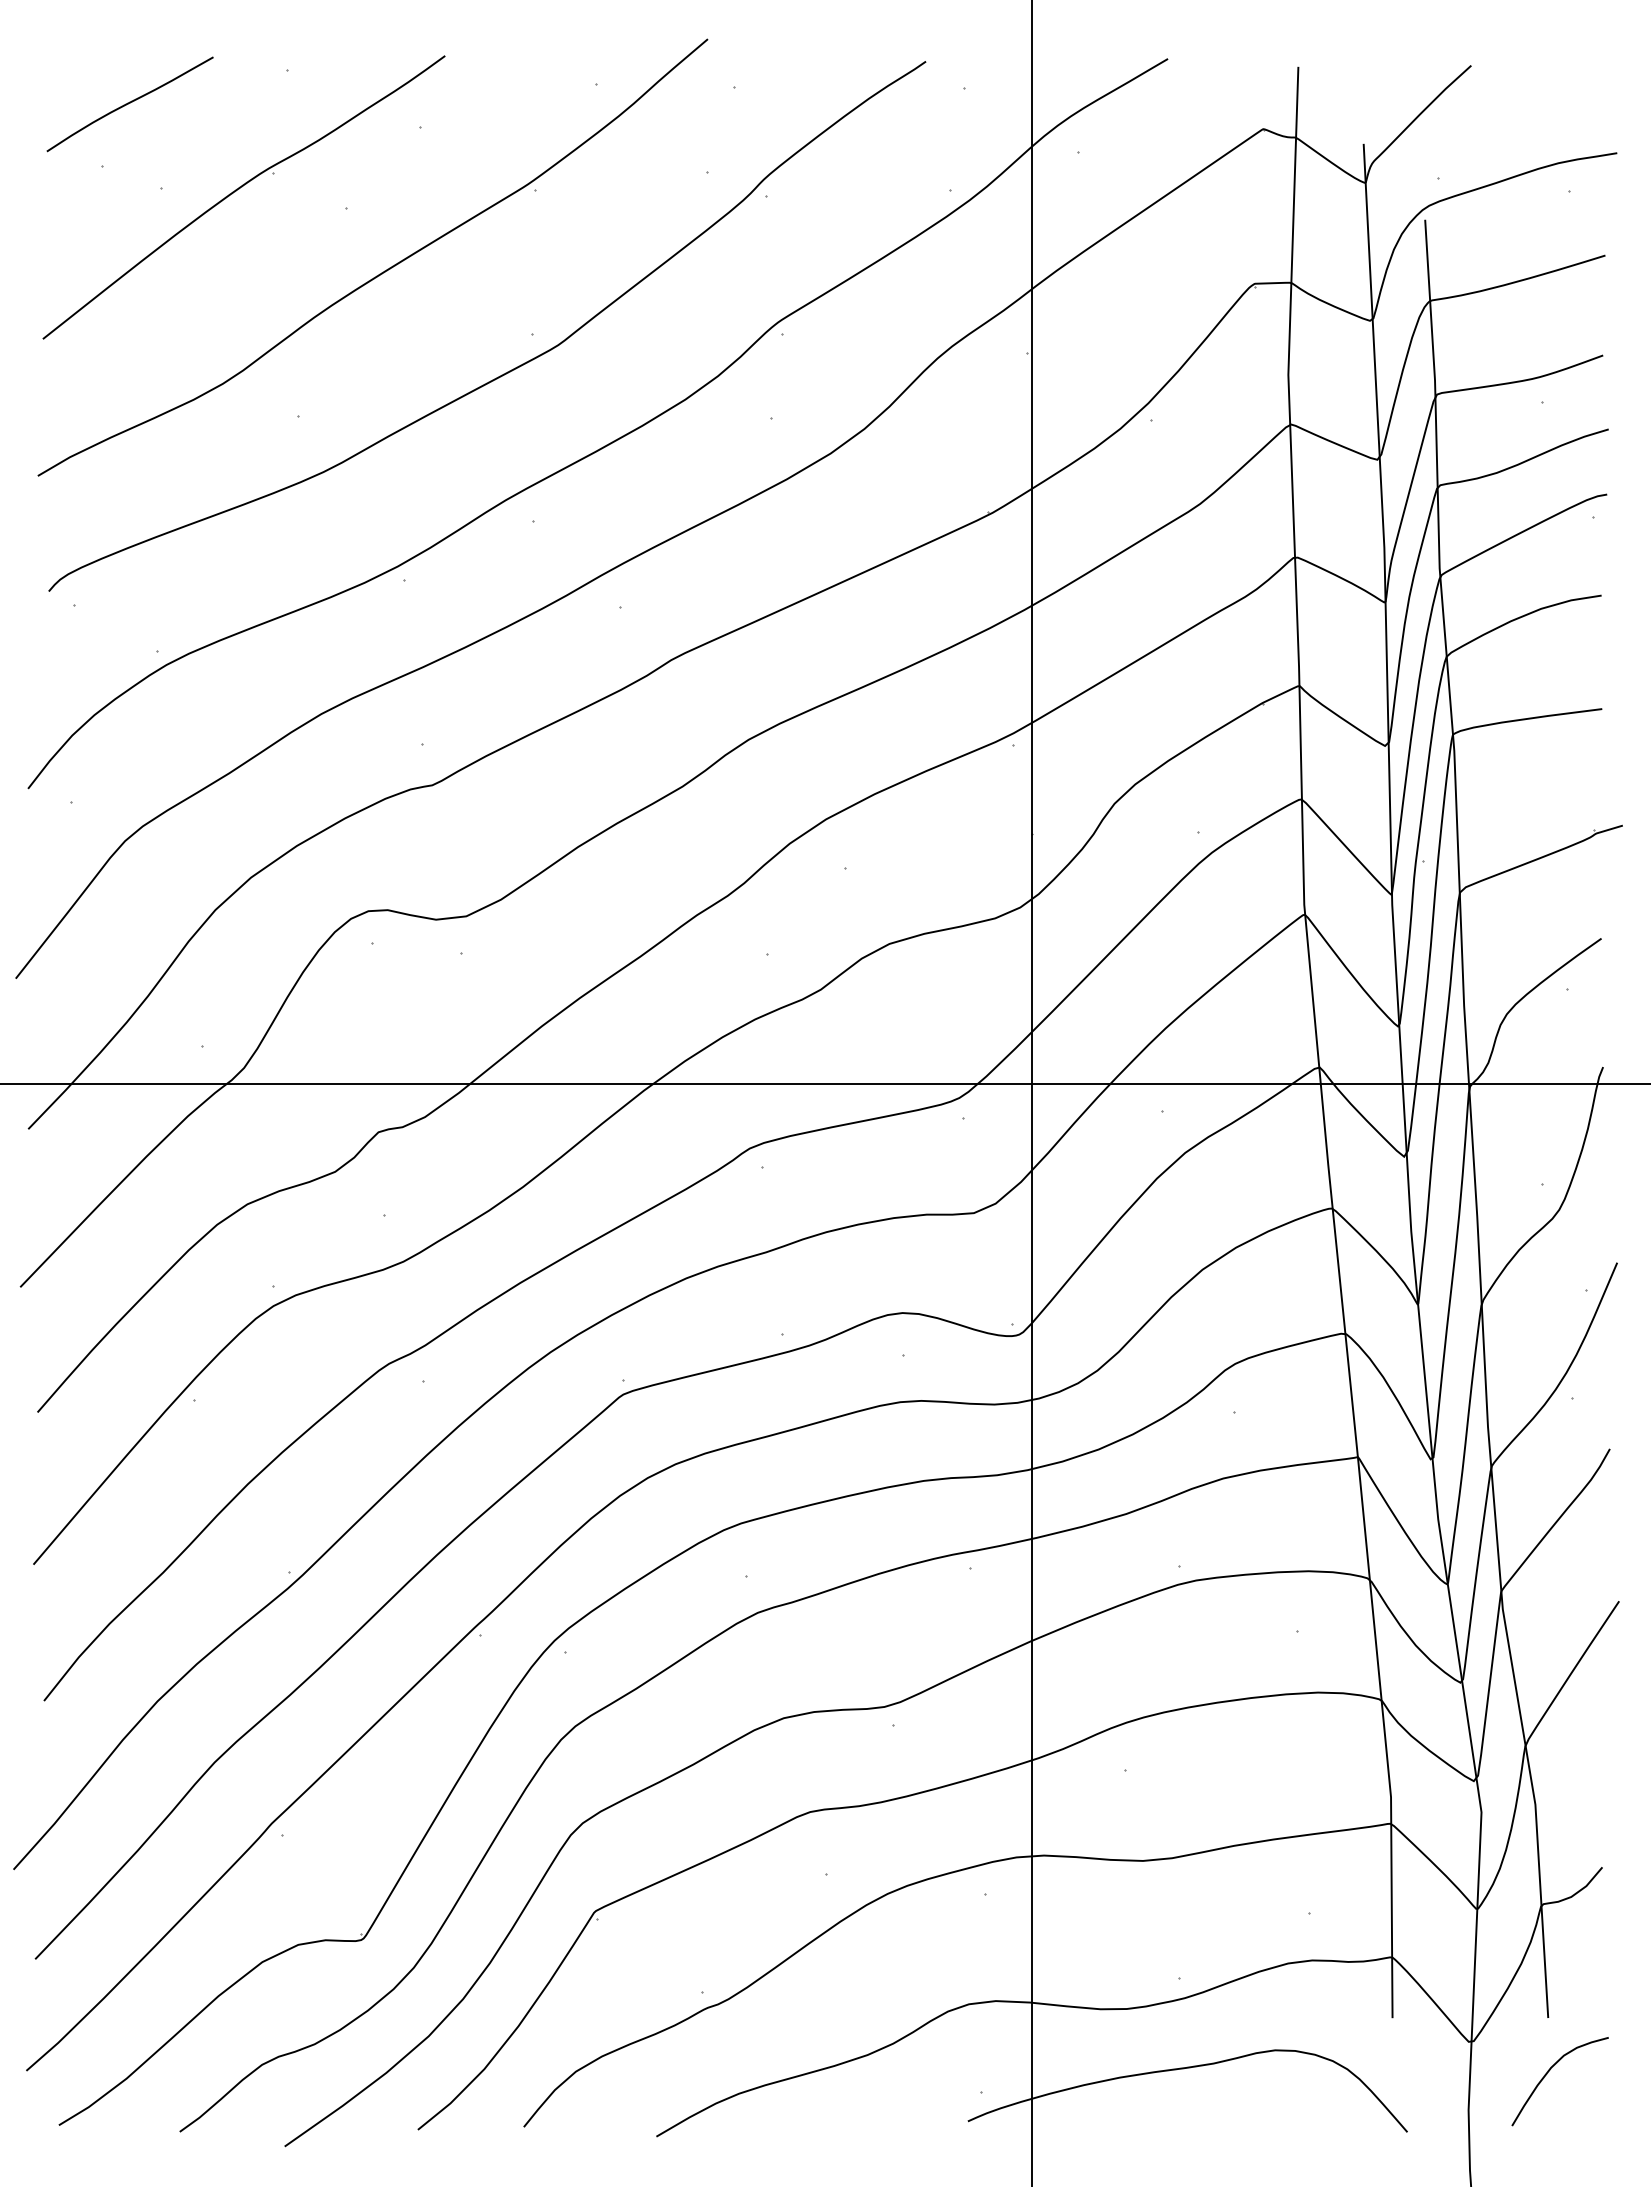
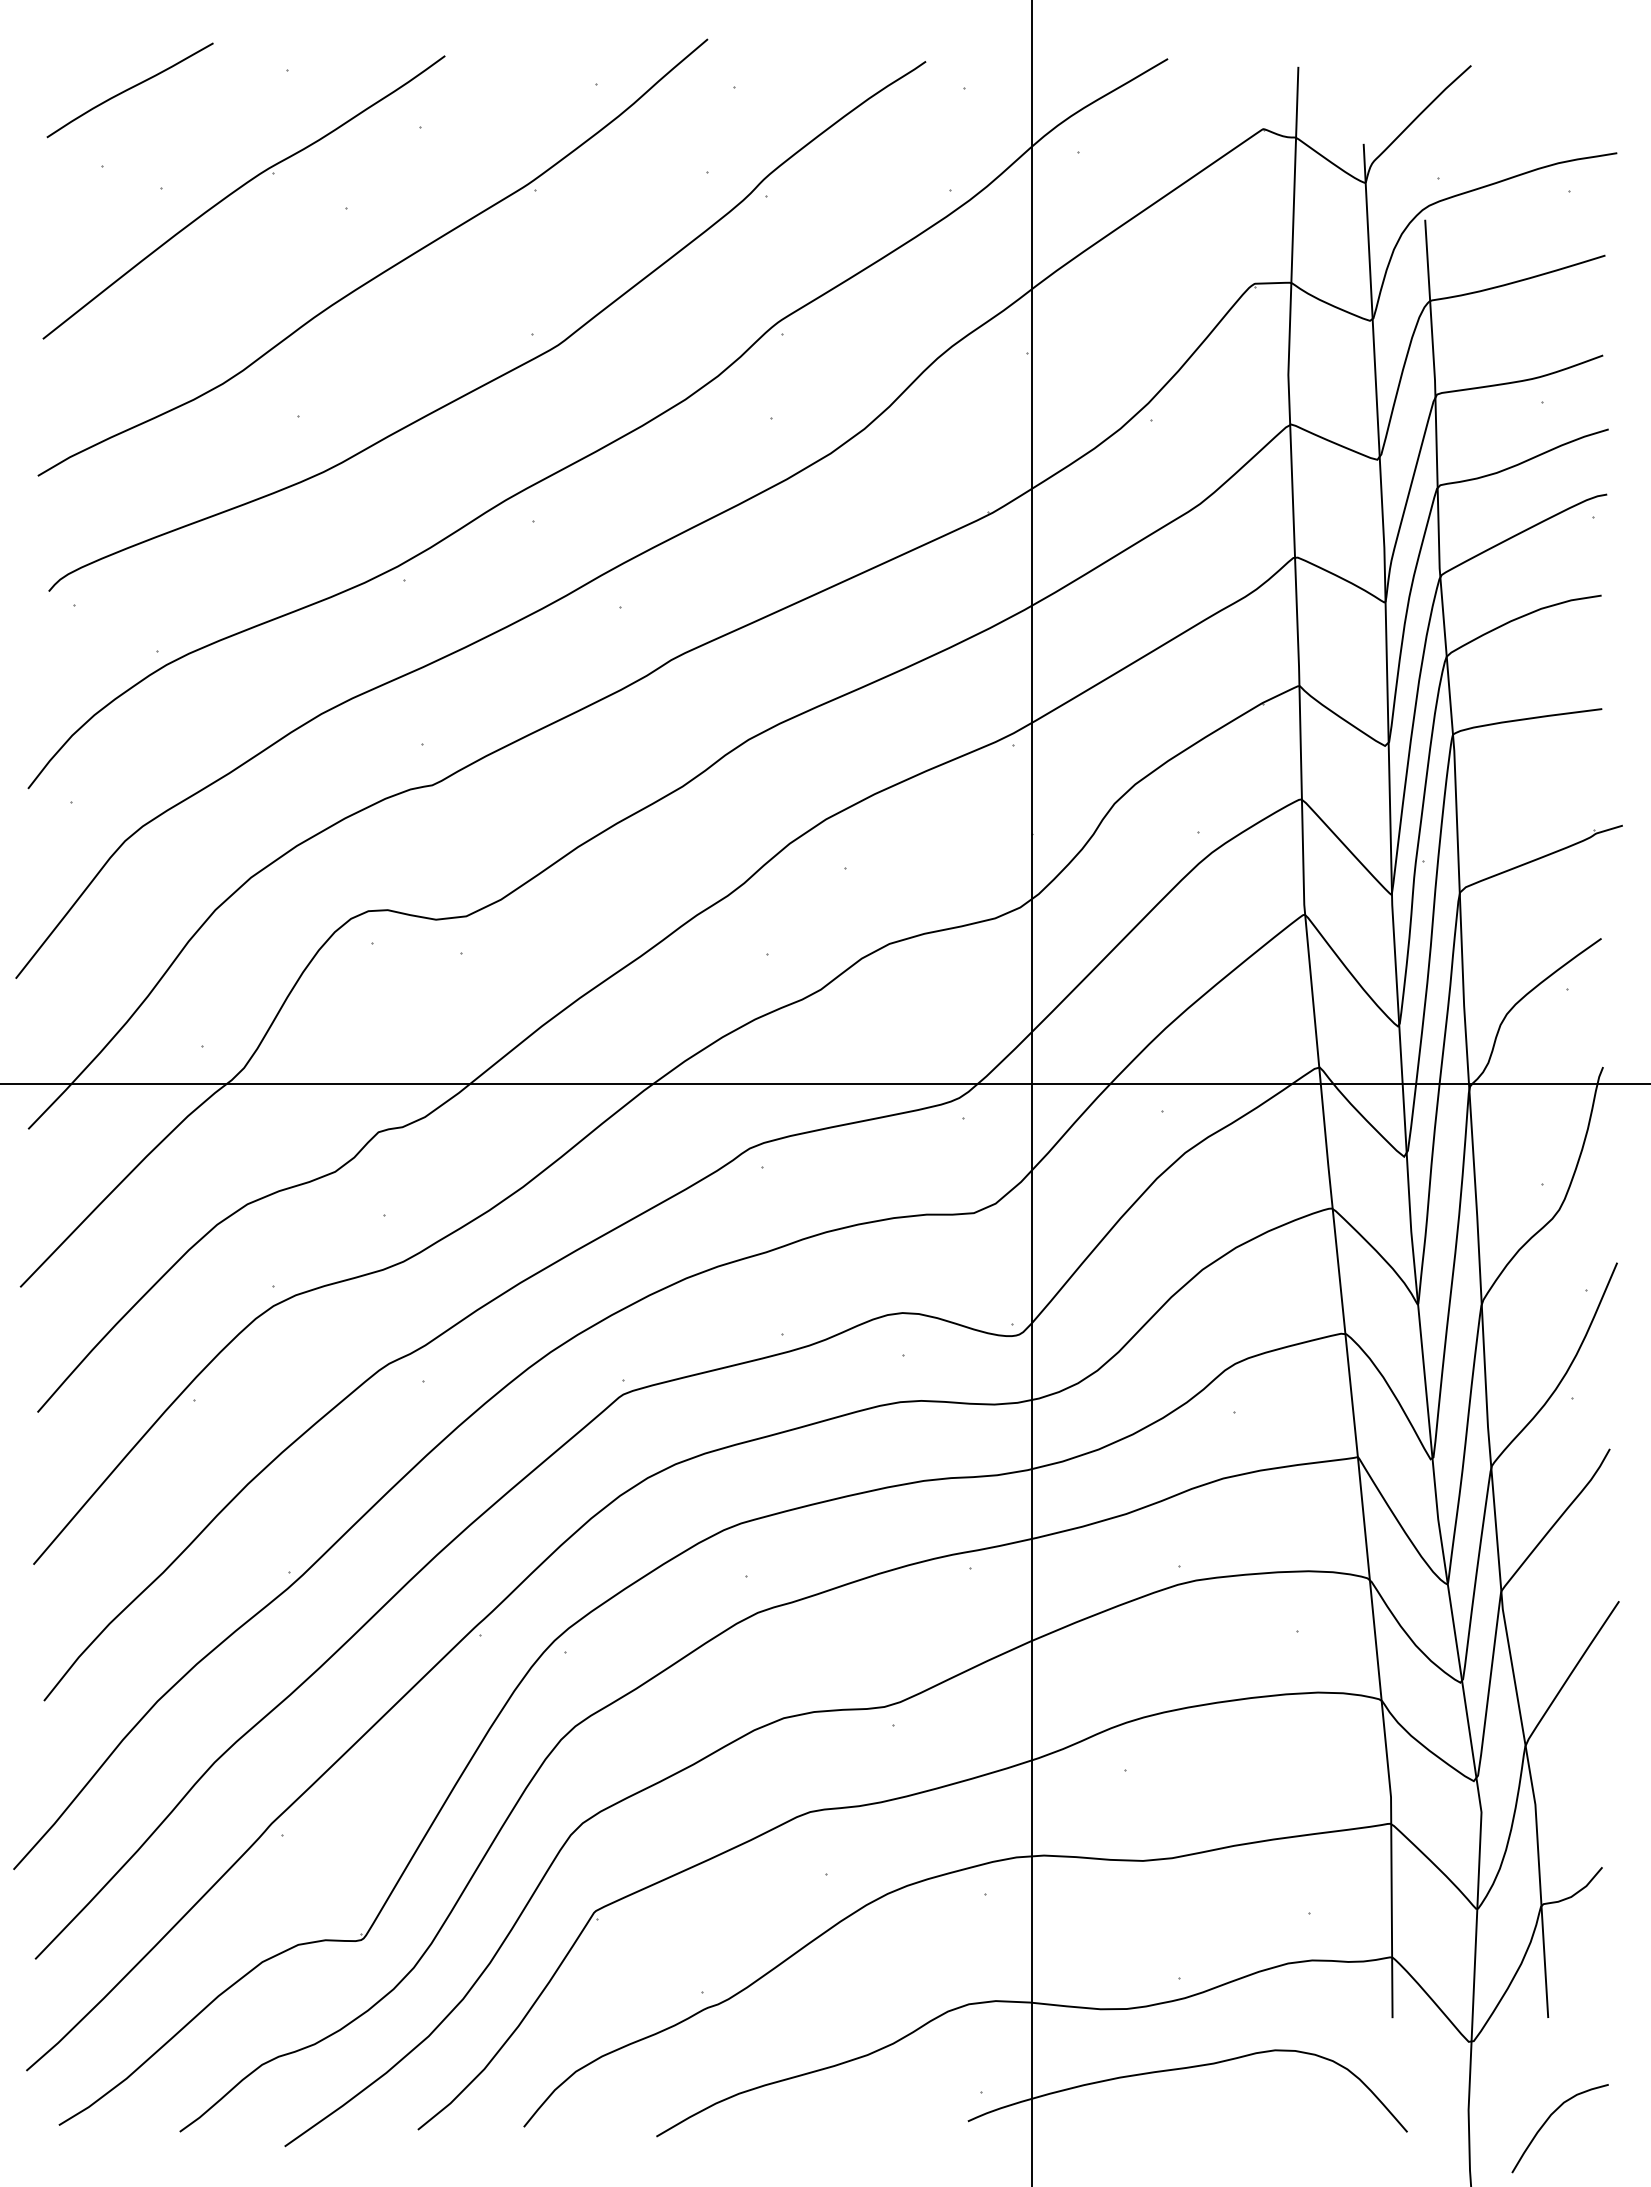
curve at (129, 103) position: (129, 103) -> (129, 89)
curve at (1547, 2074) position: (1547, 2074) -> (1547, 2121)
